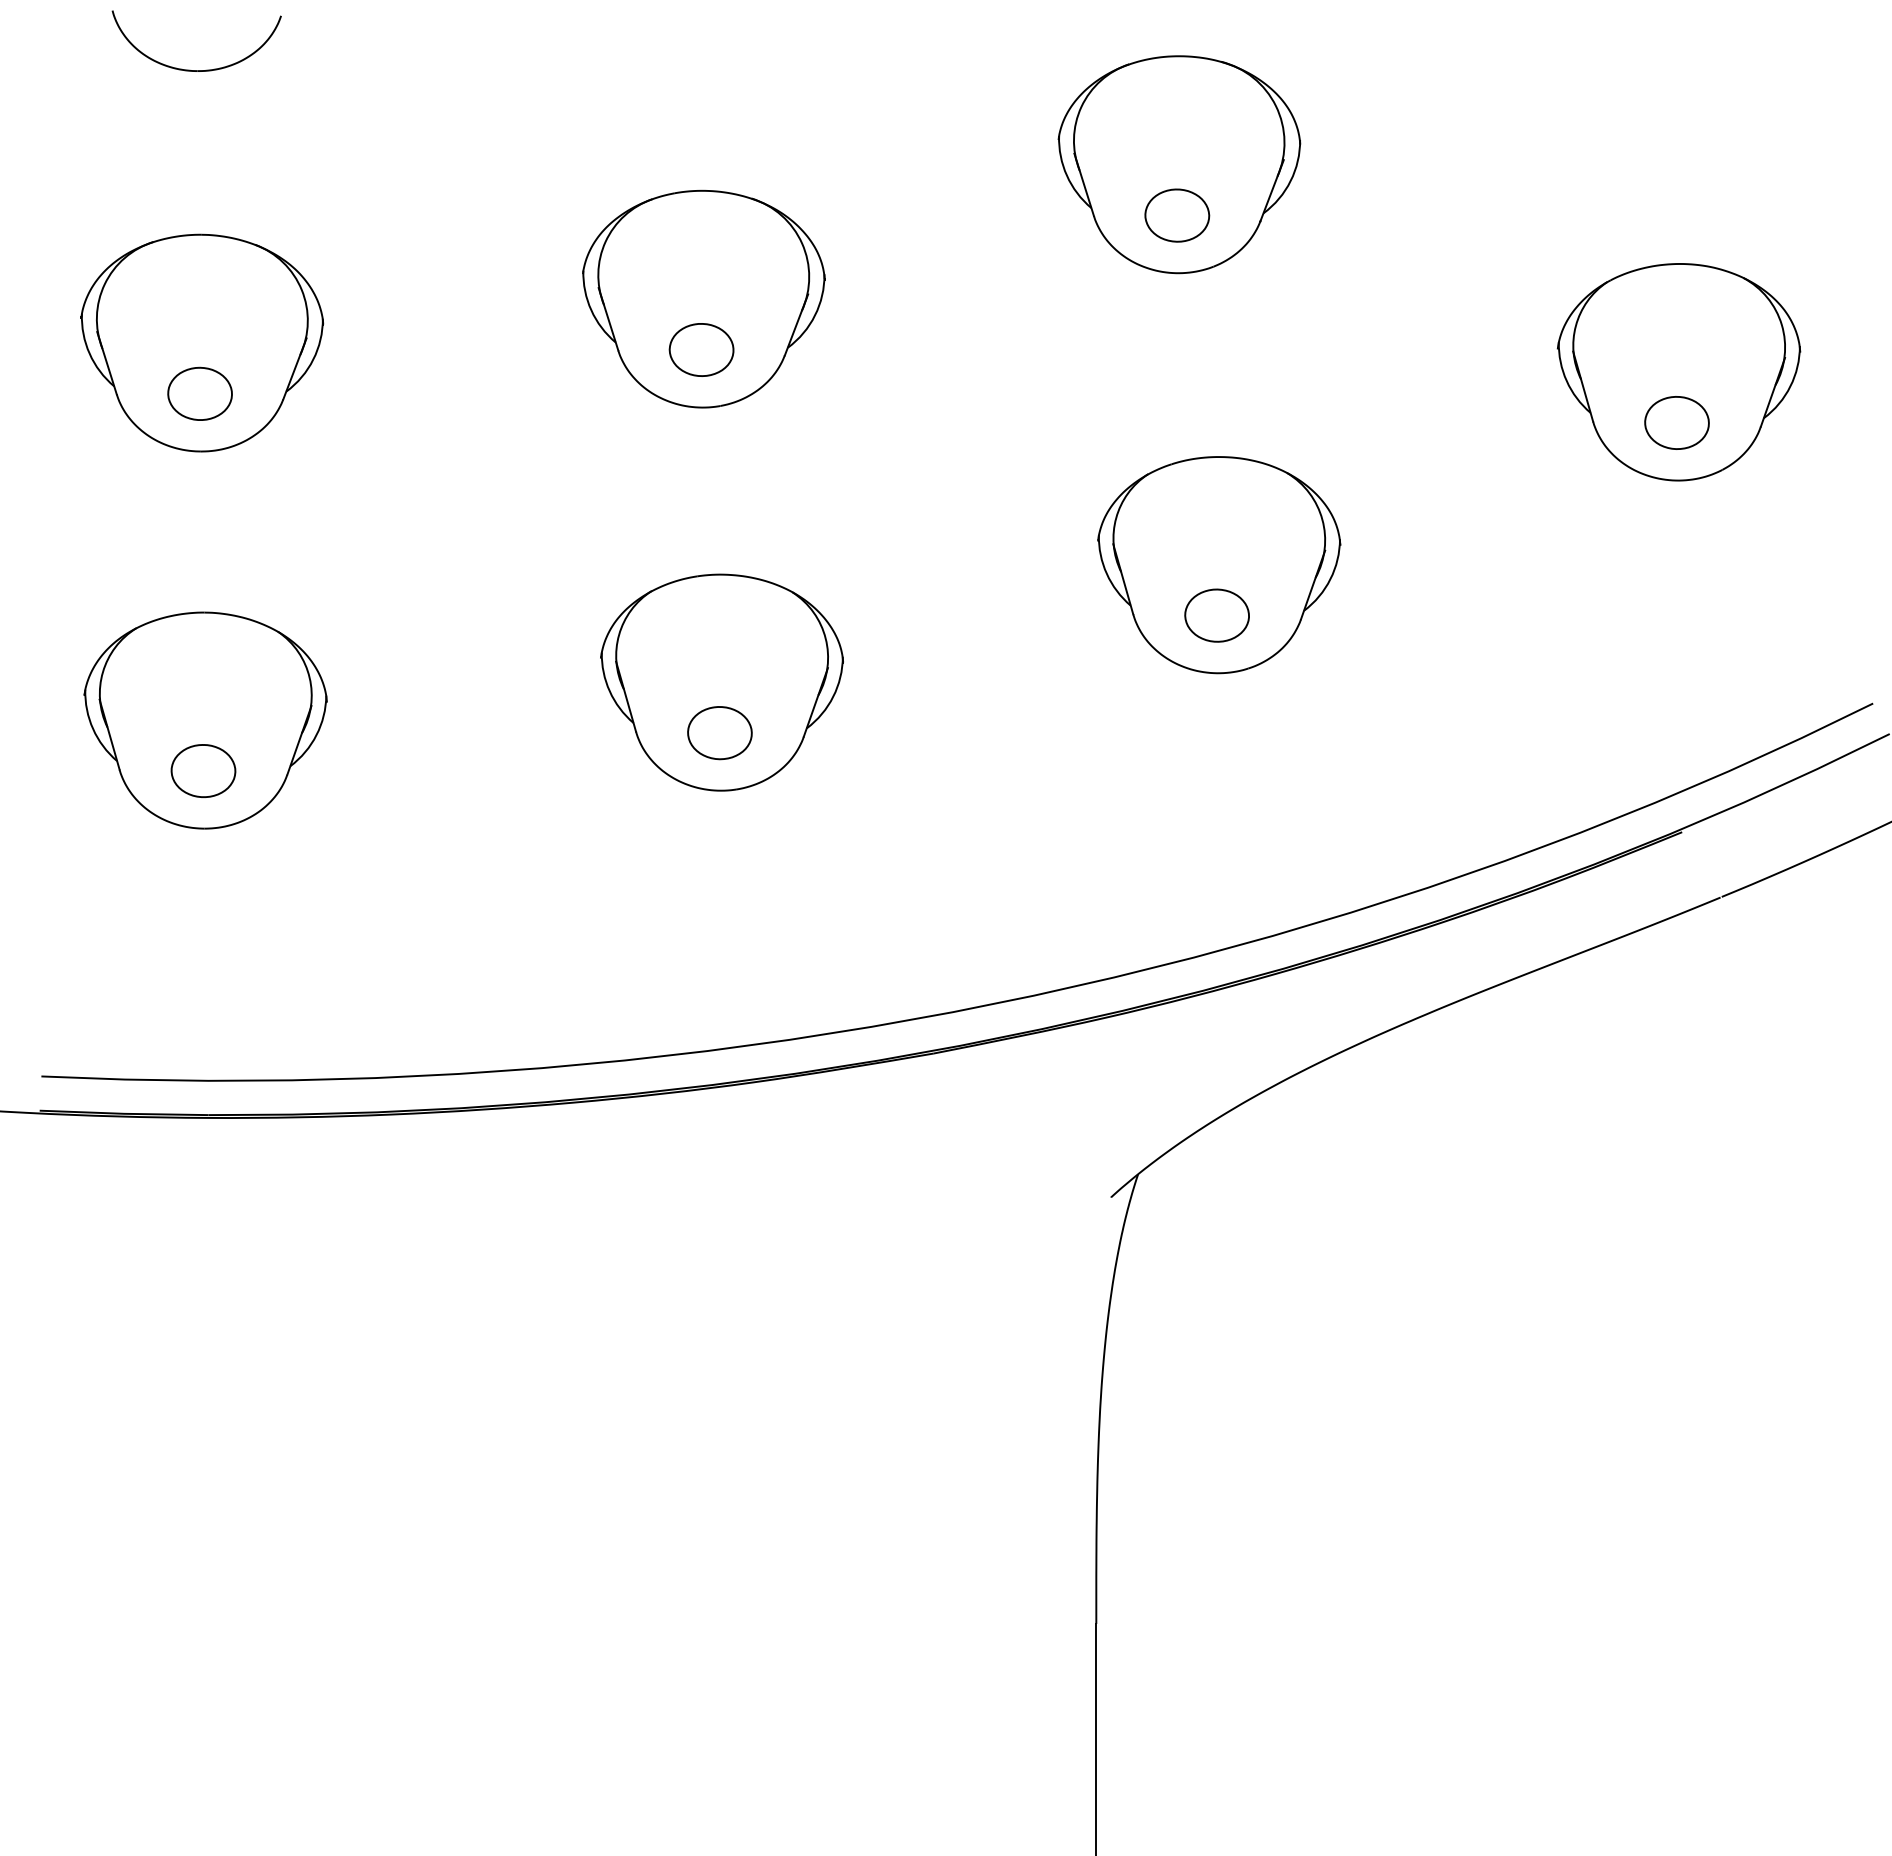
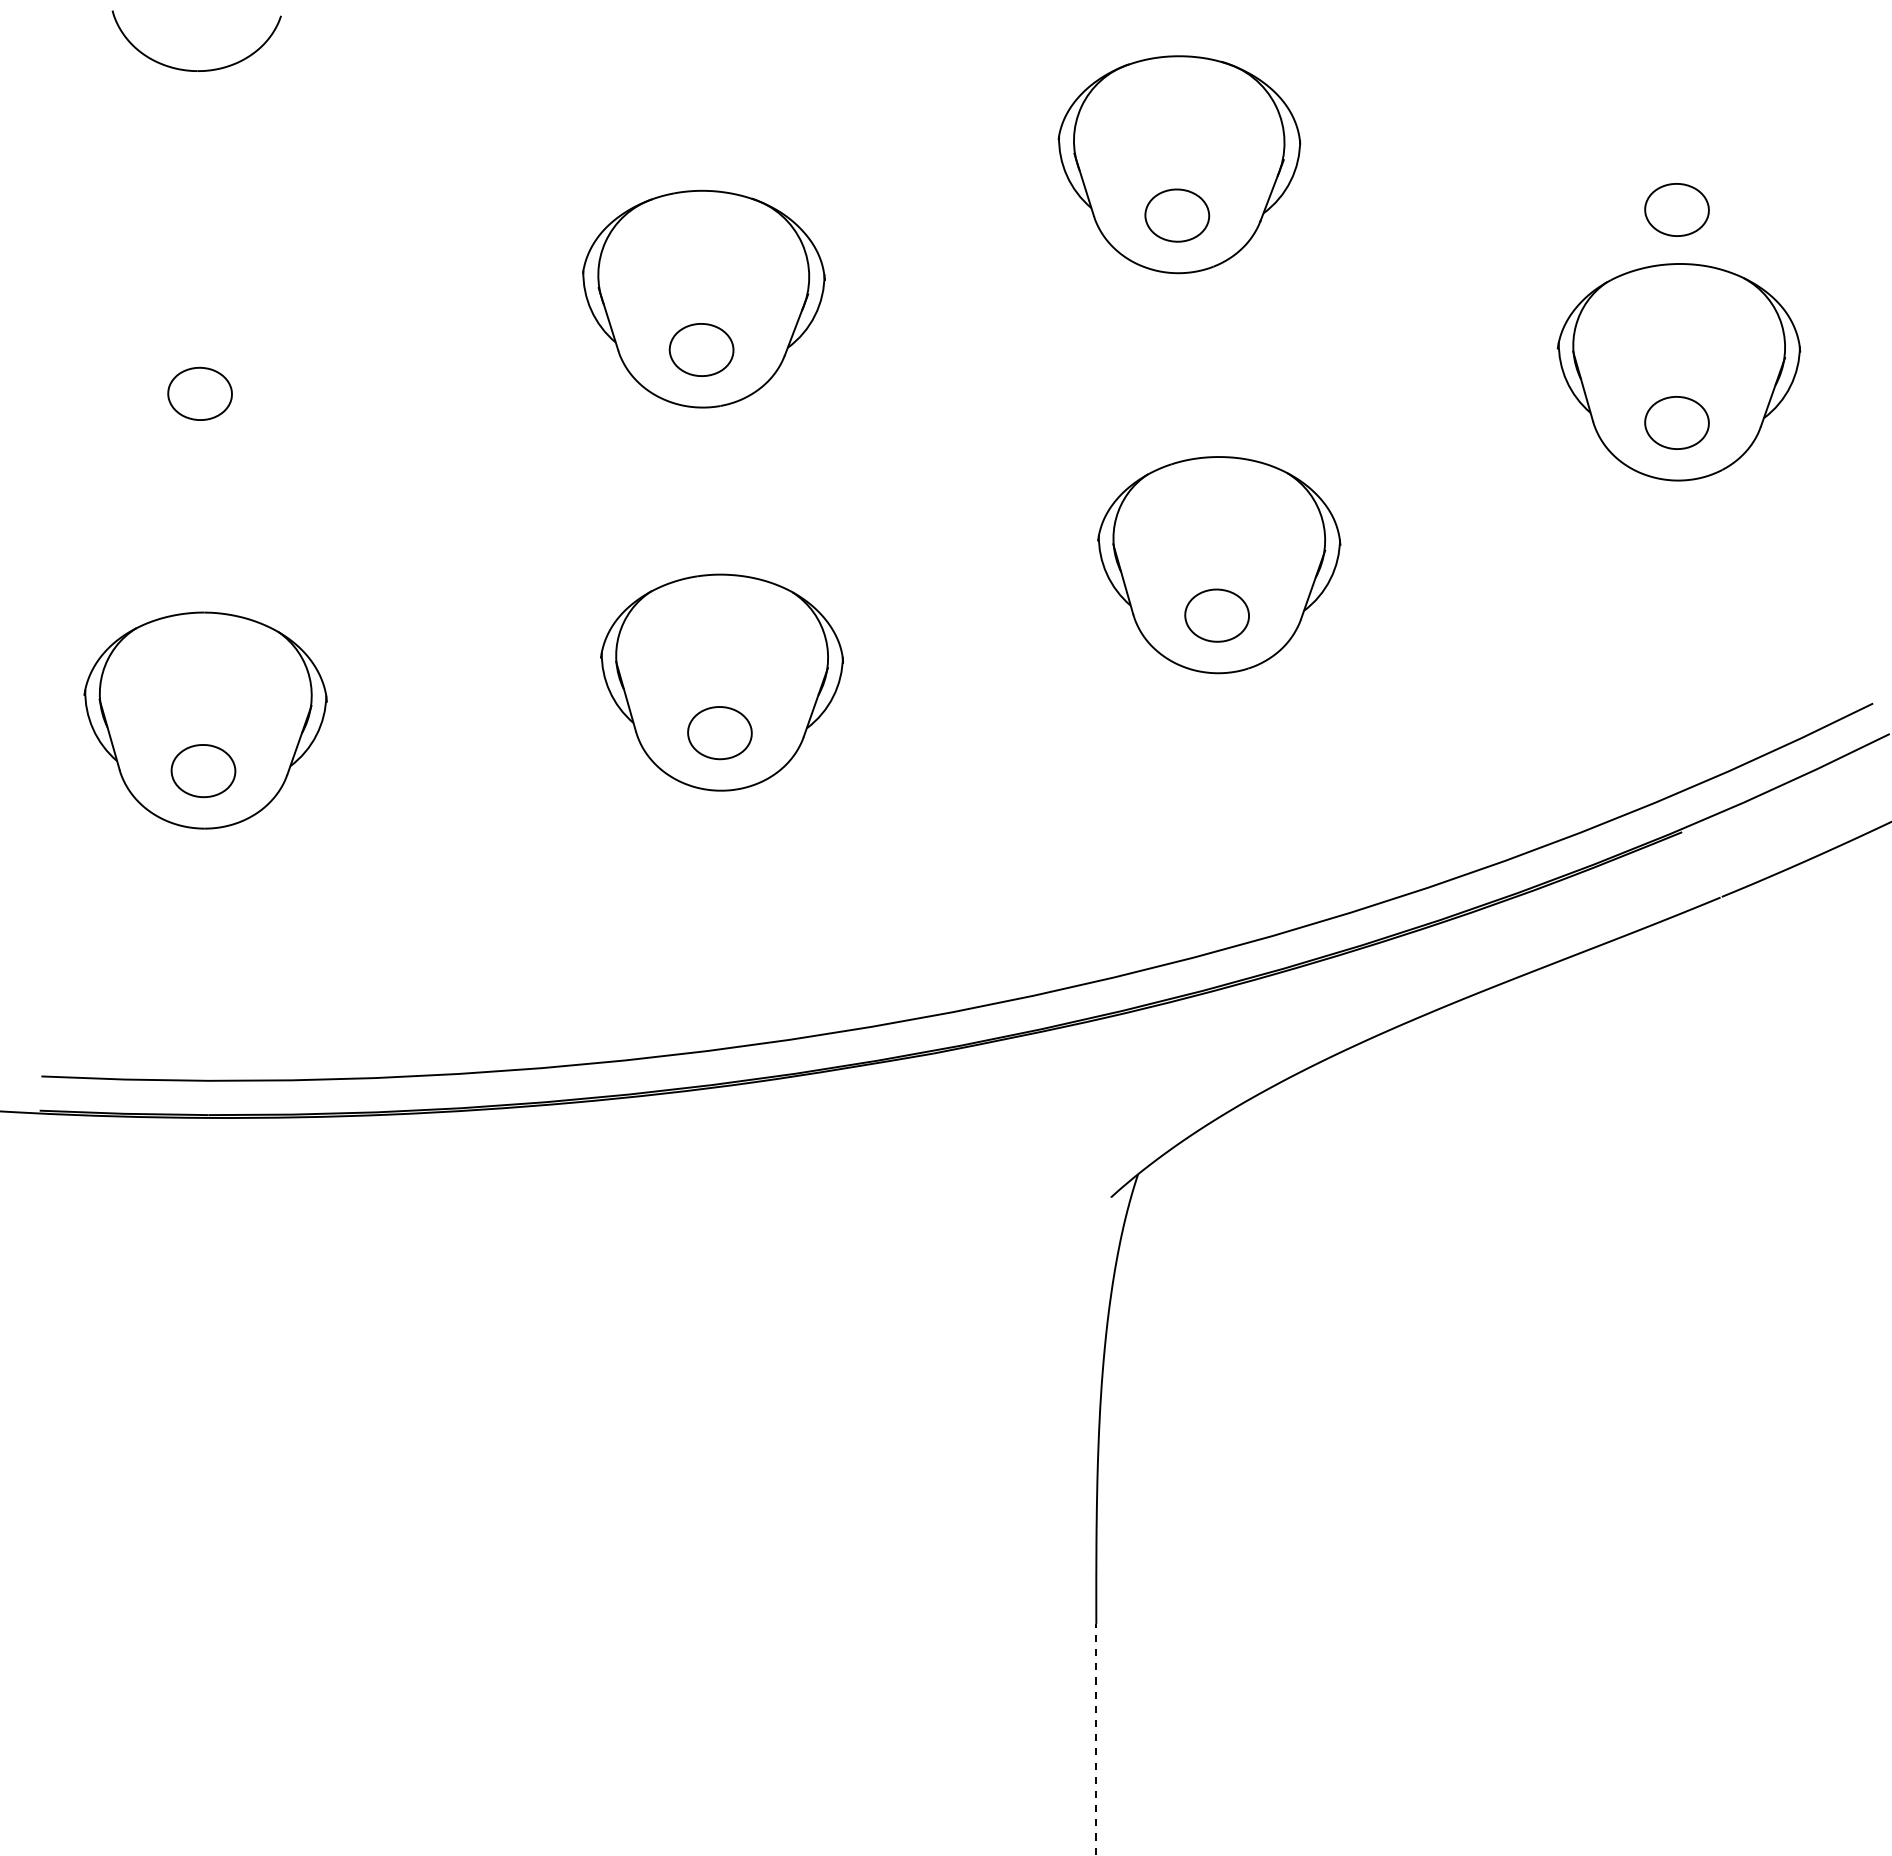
part at (1676, 209): none -> present
part at (202, 342): present -> none
line at (1096, 1739): solid -> dashed
